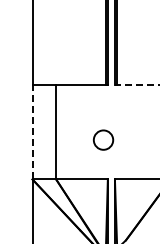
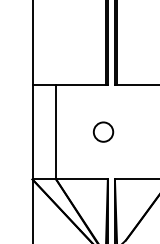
line at (136, 84): dashed -> solid
line at (32, 131): dashed -> solid
circle at (103, 139) position: (103, 139) -> (103, 131)
